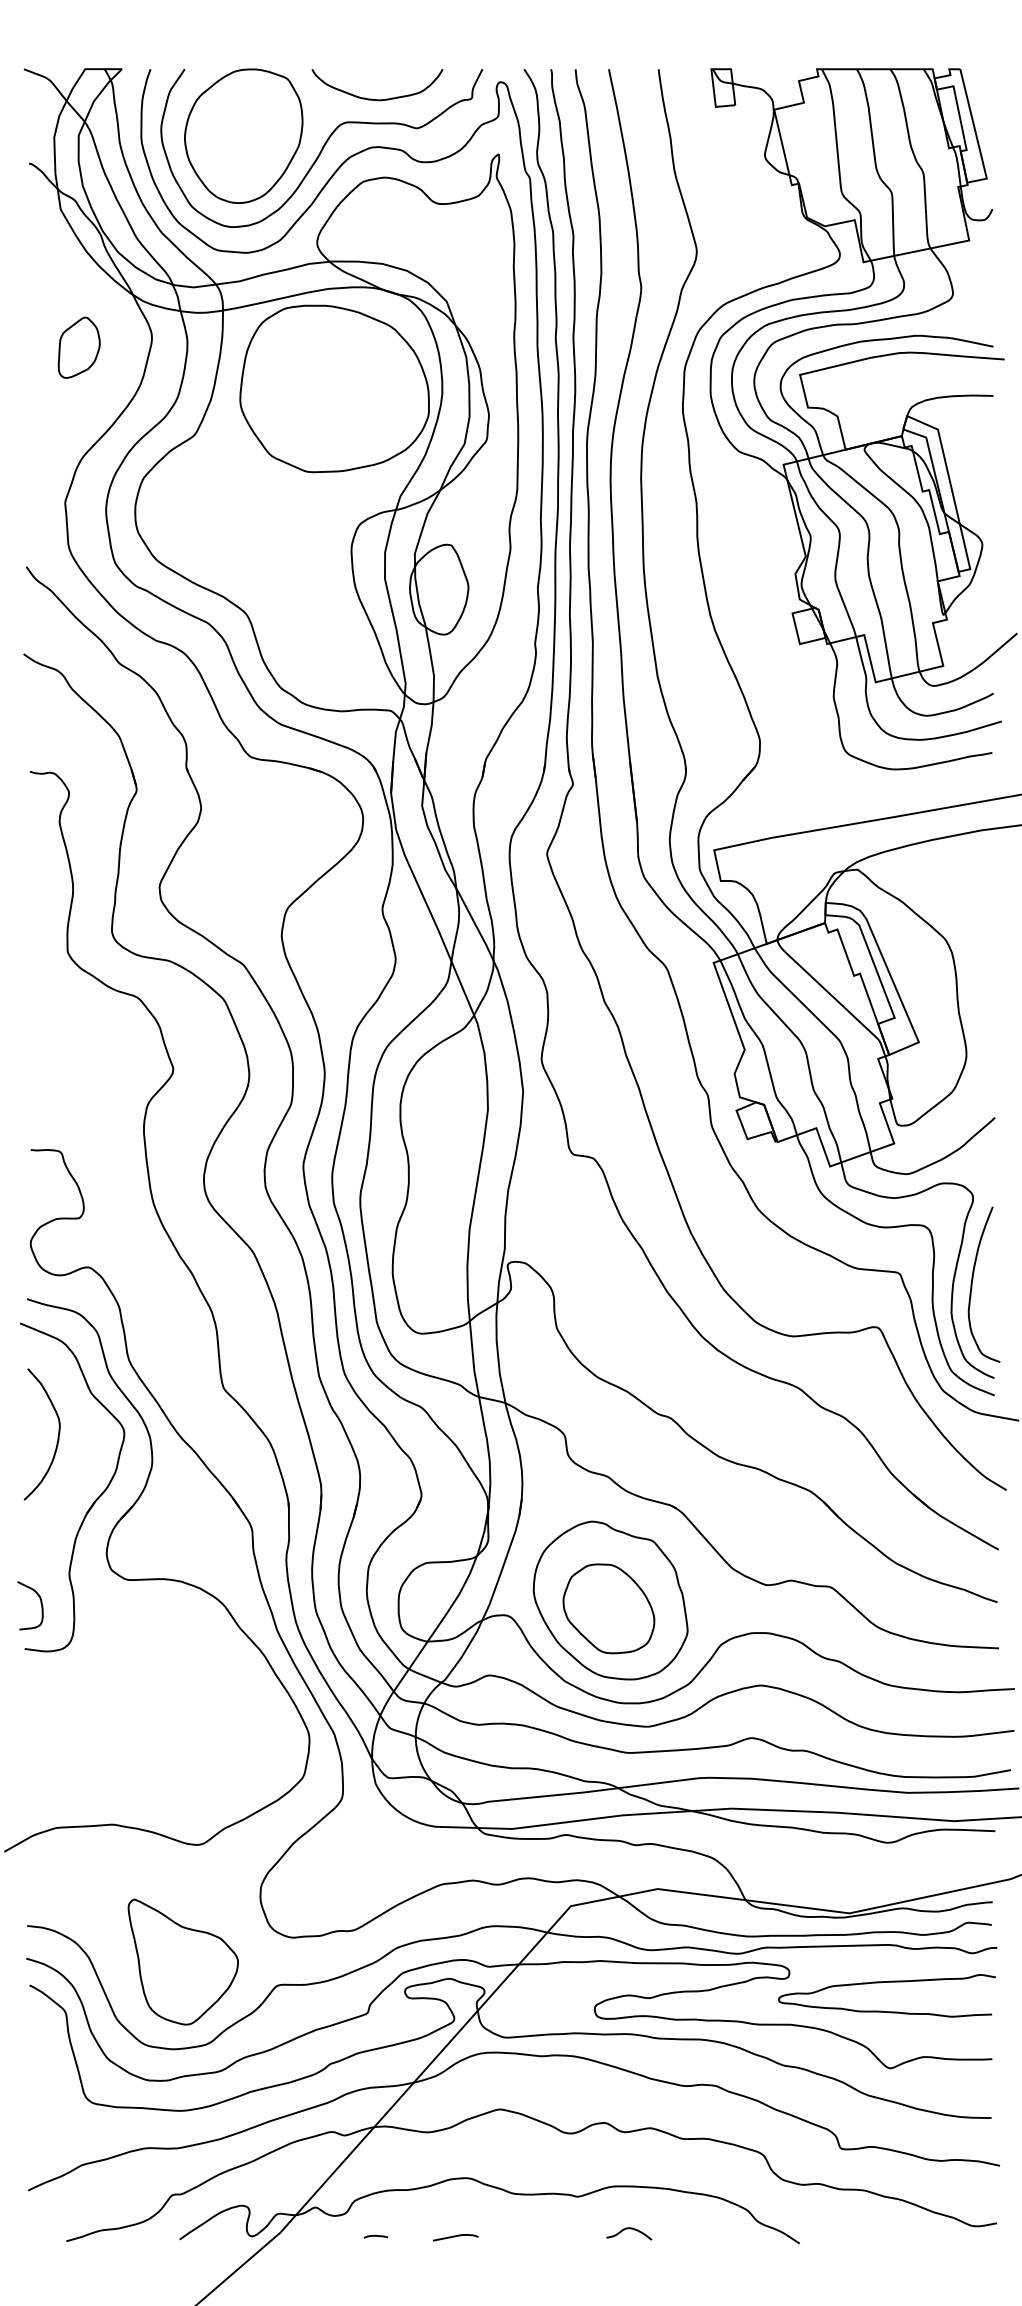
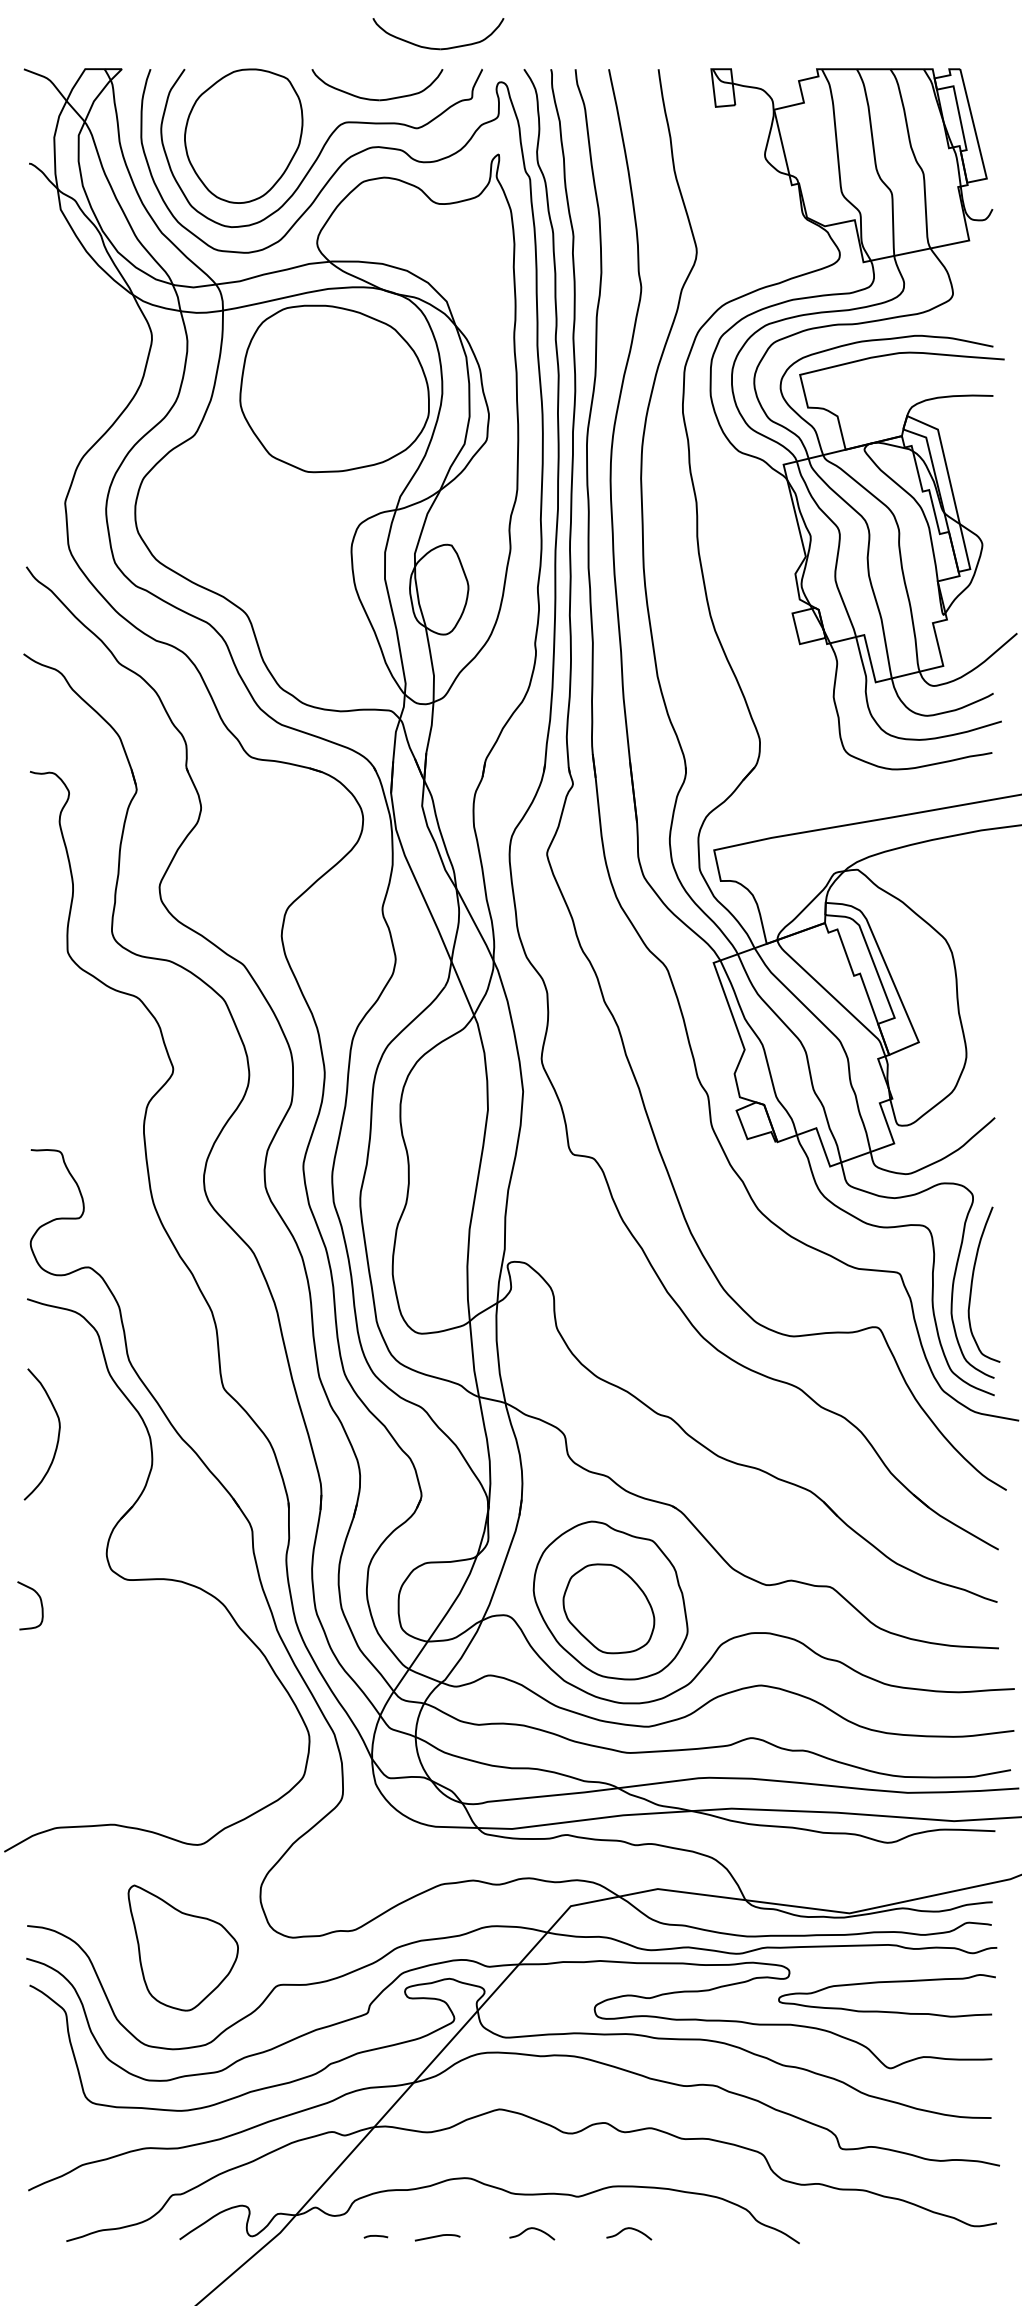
part at (433, 47): none -> present
part at (78, 347): present -> none
part at (91, 1504): present -> none
part at (182, 1961) position: (182, 1961) -> (182, 1947)
curve at (532, 2229): none -> present
curve at (455, 2237) position: (455, 2237) -> (437, 2237)
